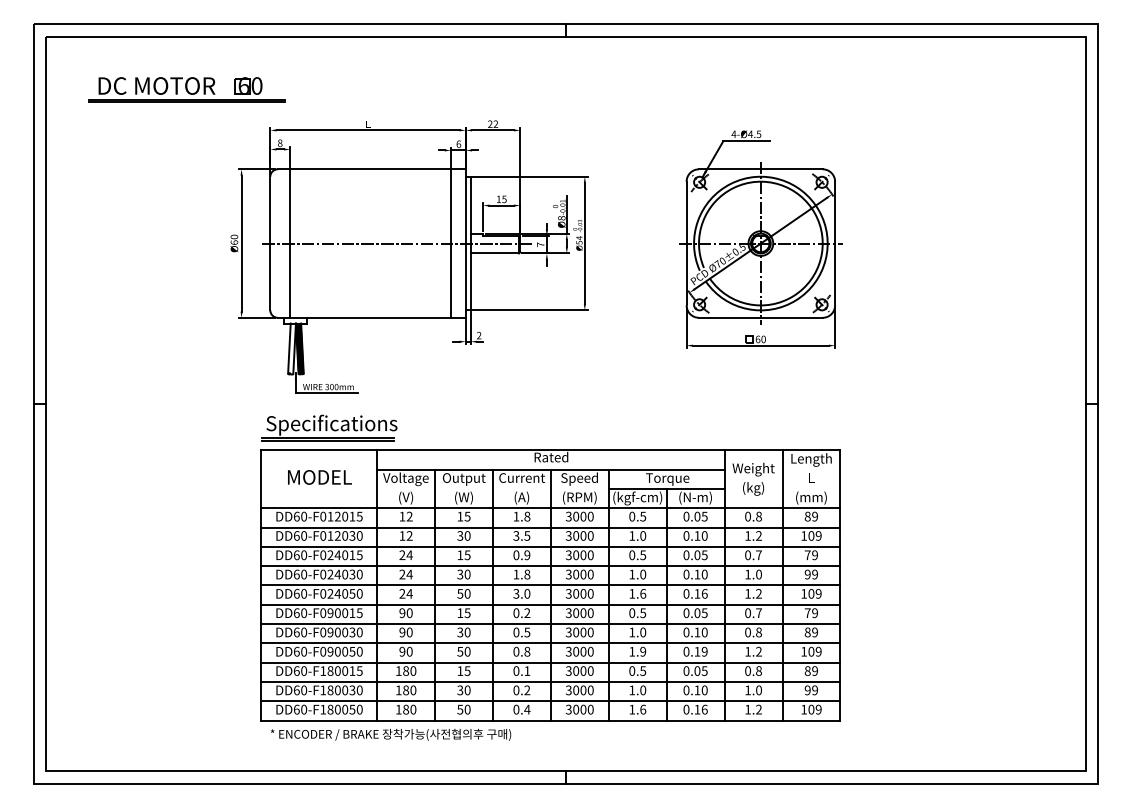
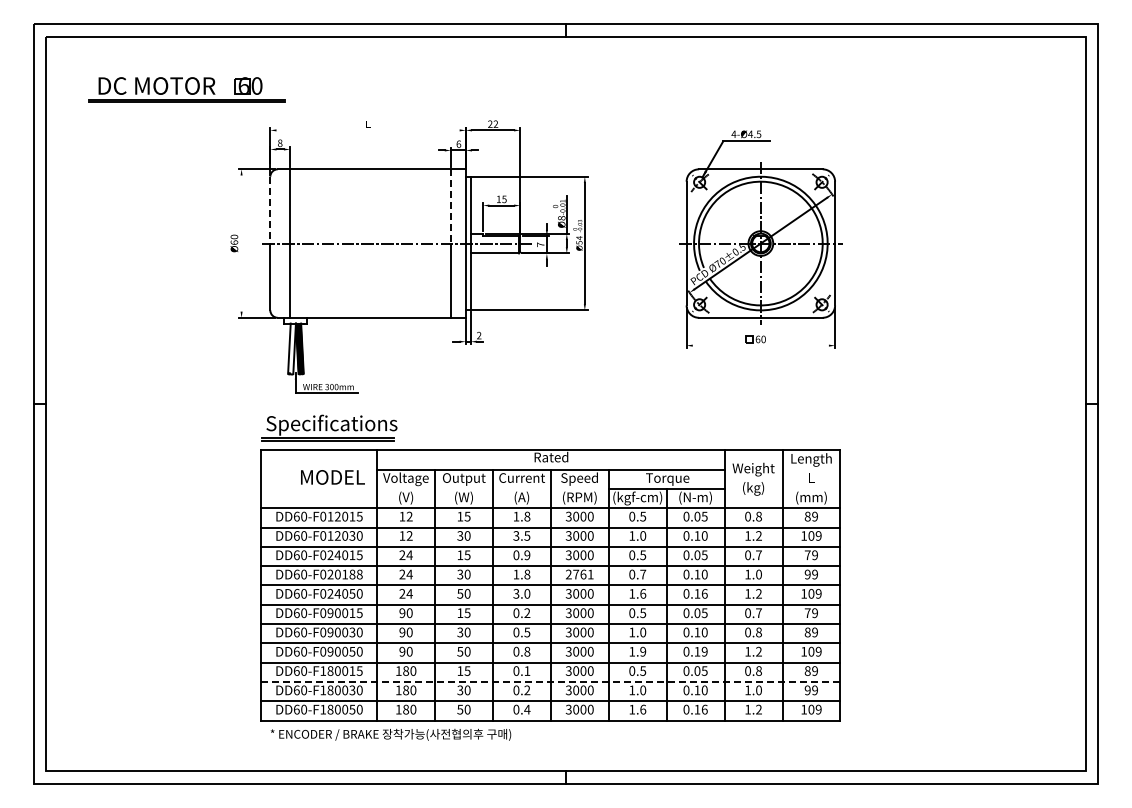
line at (367, 130): present -> none
line at (450, 206): solid -> dashed
line at (270, 210): solid -> dashed
line at (241, 243): present -> none
line at (760, 345): present -> none
text at (319, 477) position: (319, 477) -> (332, 477)
text at (348, 574): DD60-F024030 -> DD60-F020188
text at (579, 574): 3000 -> 2761
text at (637, 574): 1.0 -> 0.7
line at (550, 681): solid -> dashed
